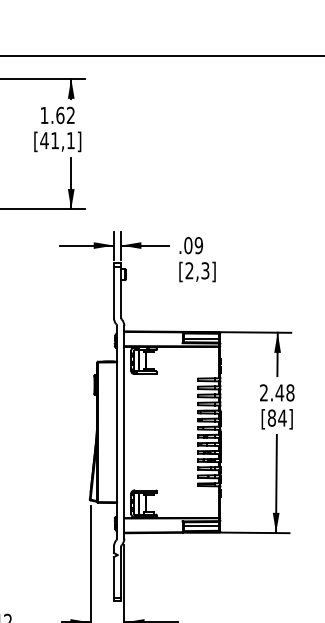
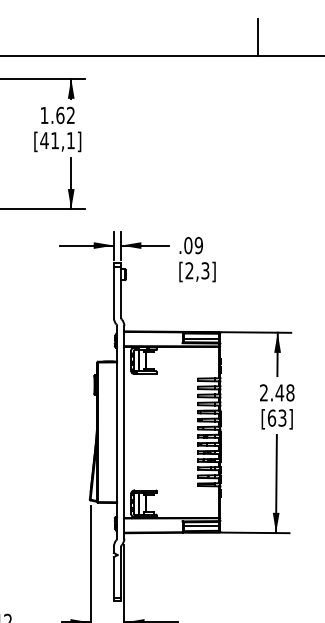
line at (257, 37): none -> present
text at (276, 417): [84] -> [63]
